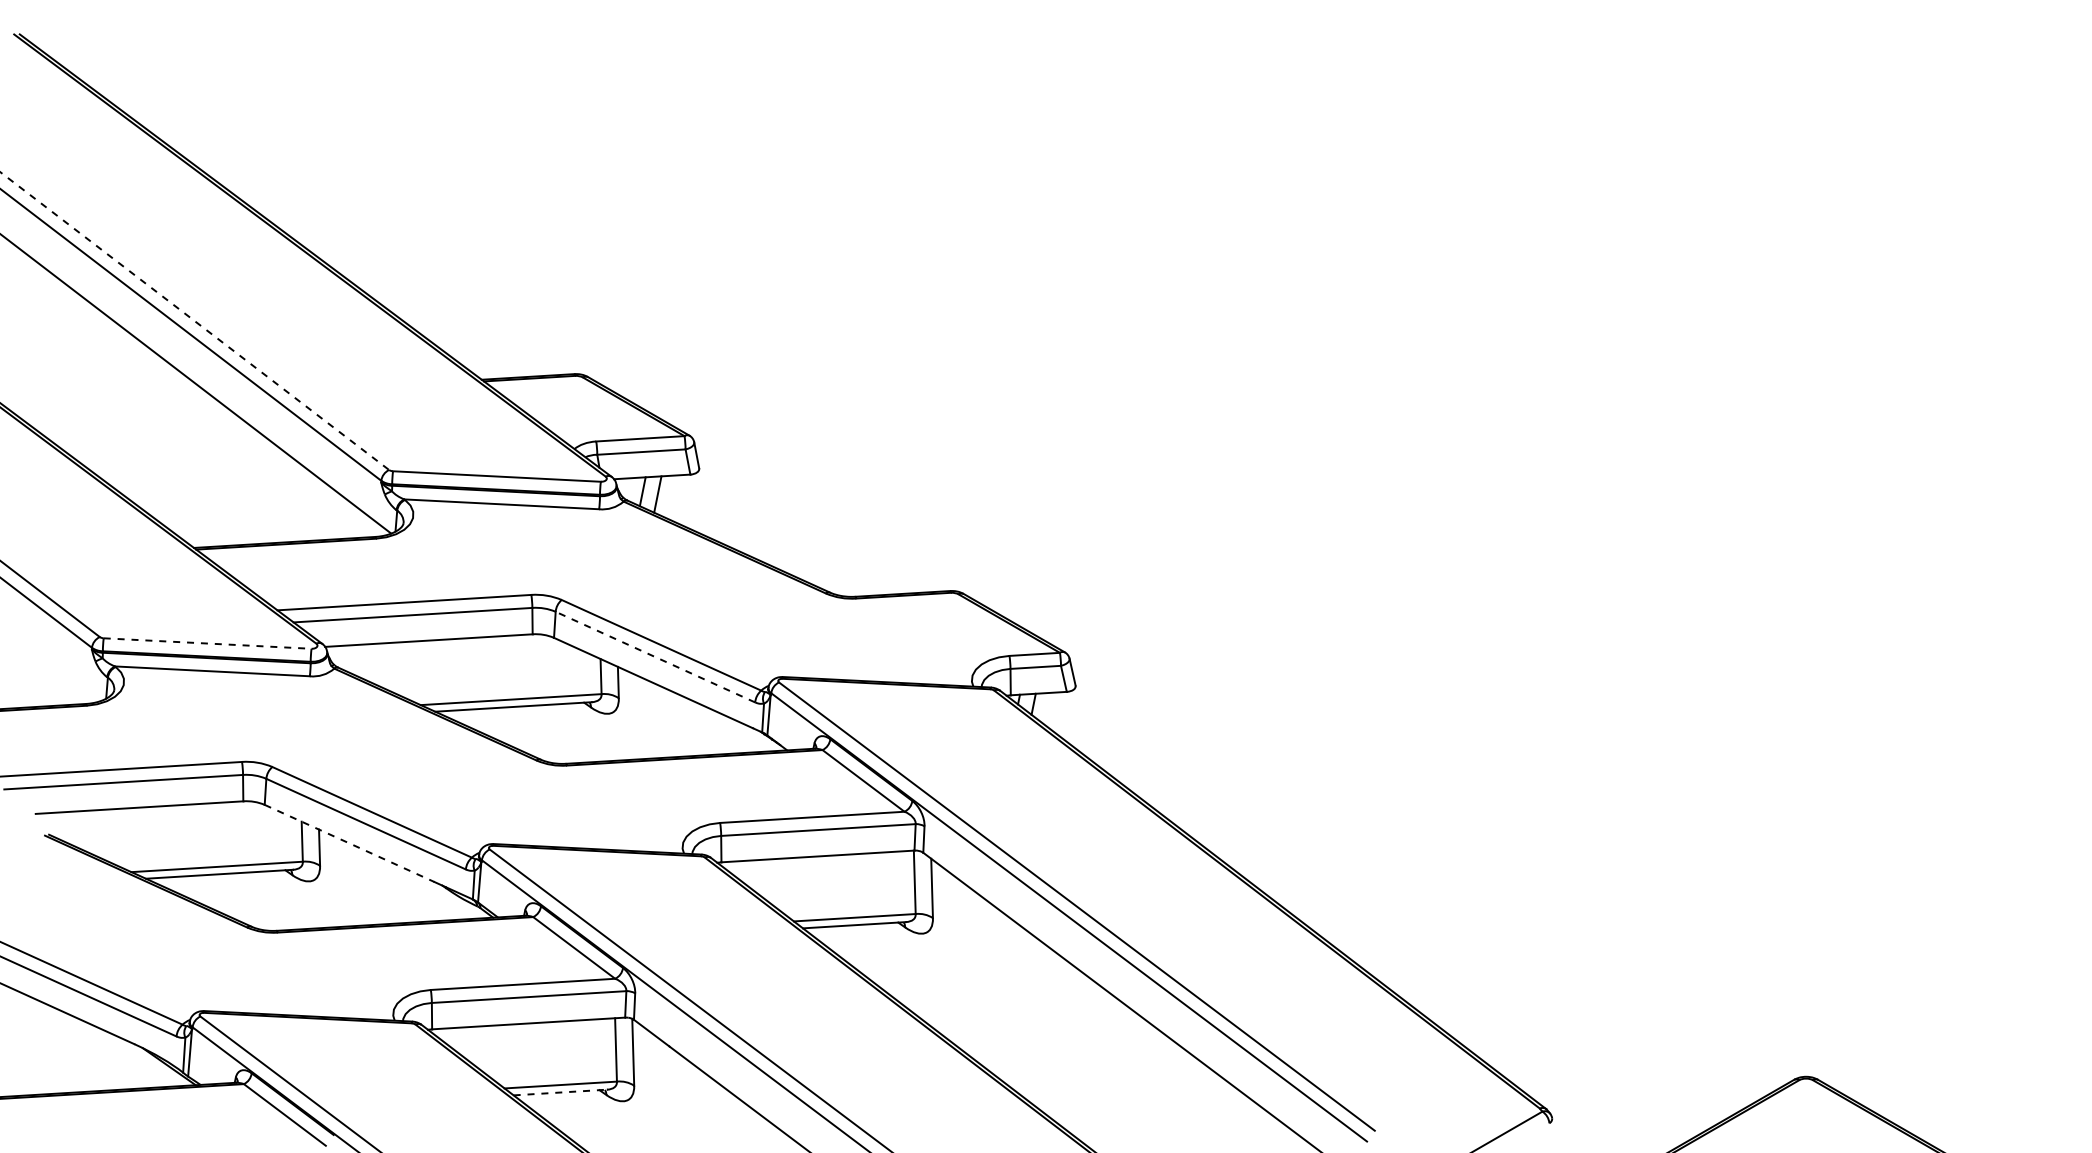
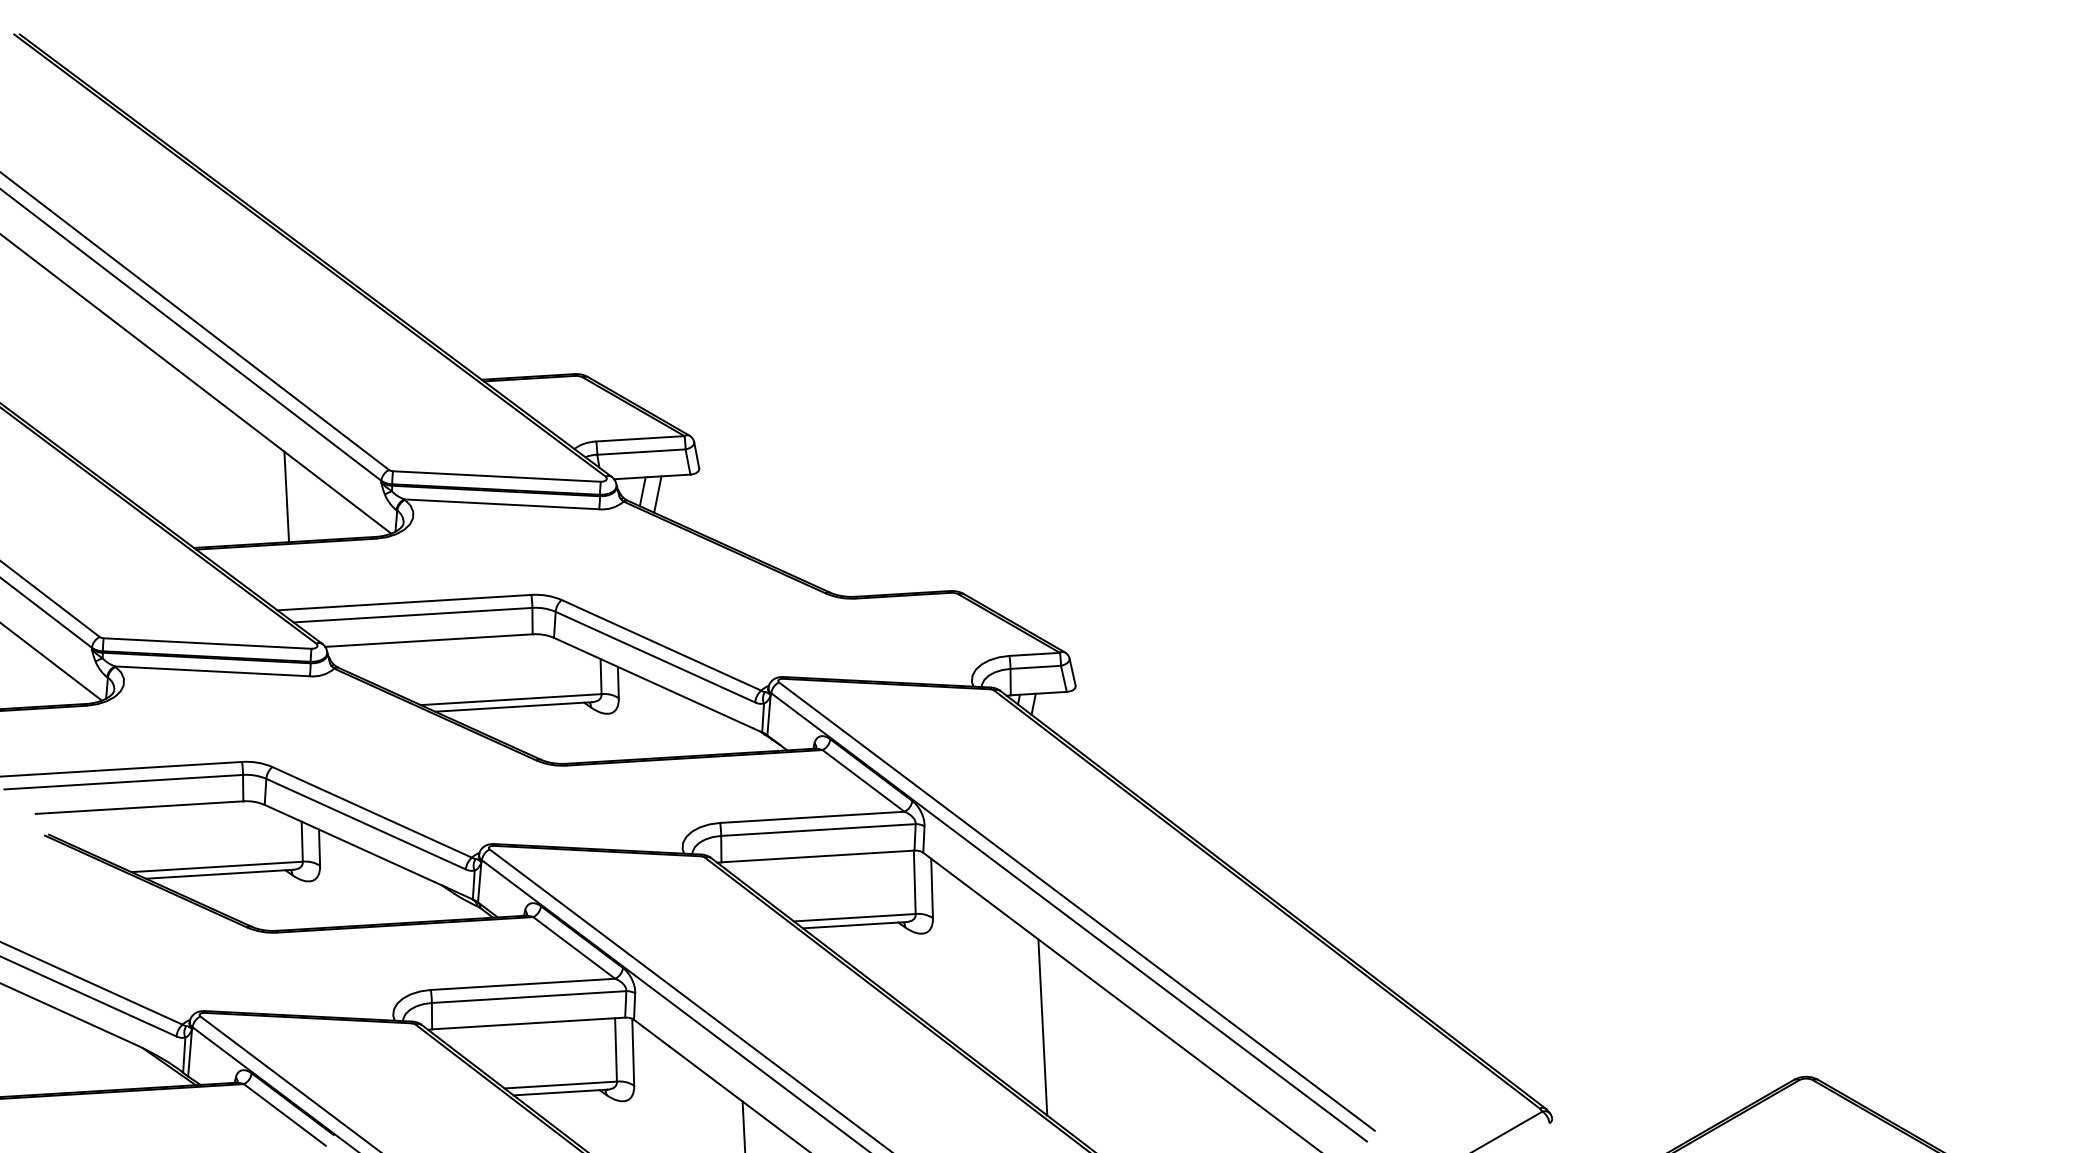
line at (194, 321): dashed -> solid
line at (286, 496): none -> present
line at (208, 643): dashed -> solid
line at (655, 657): dashed -> solid
line at (51, 662): none -> present
line at (350, 843): dashed -> solid
line at (1042, 1027): none -> present
line at (560, 1092): dashed -> solid
line at (743, 1125): none -> present
